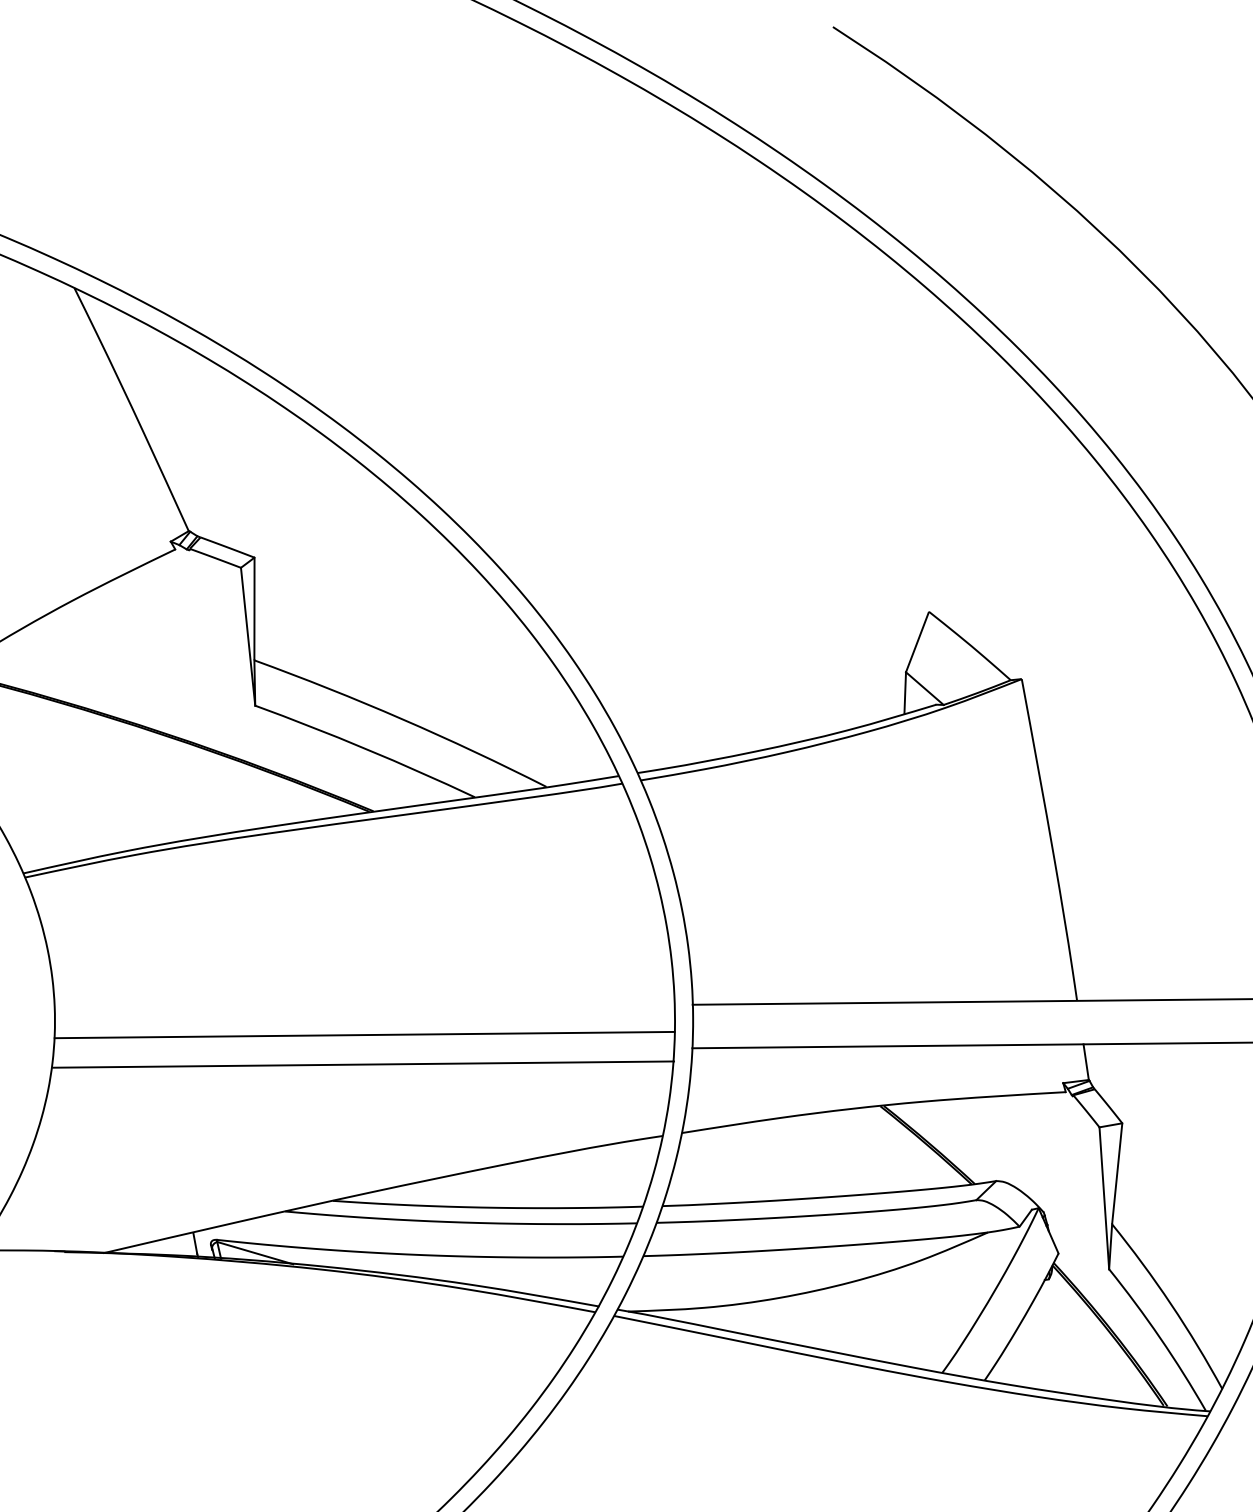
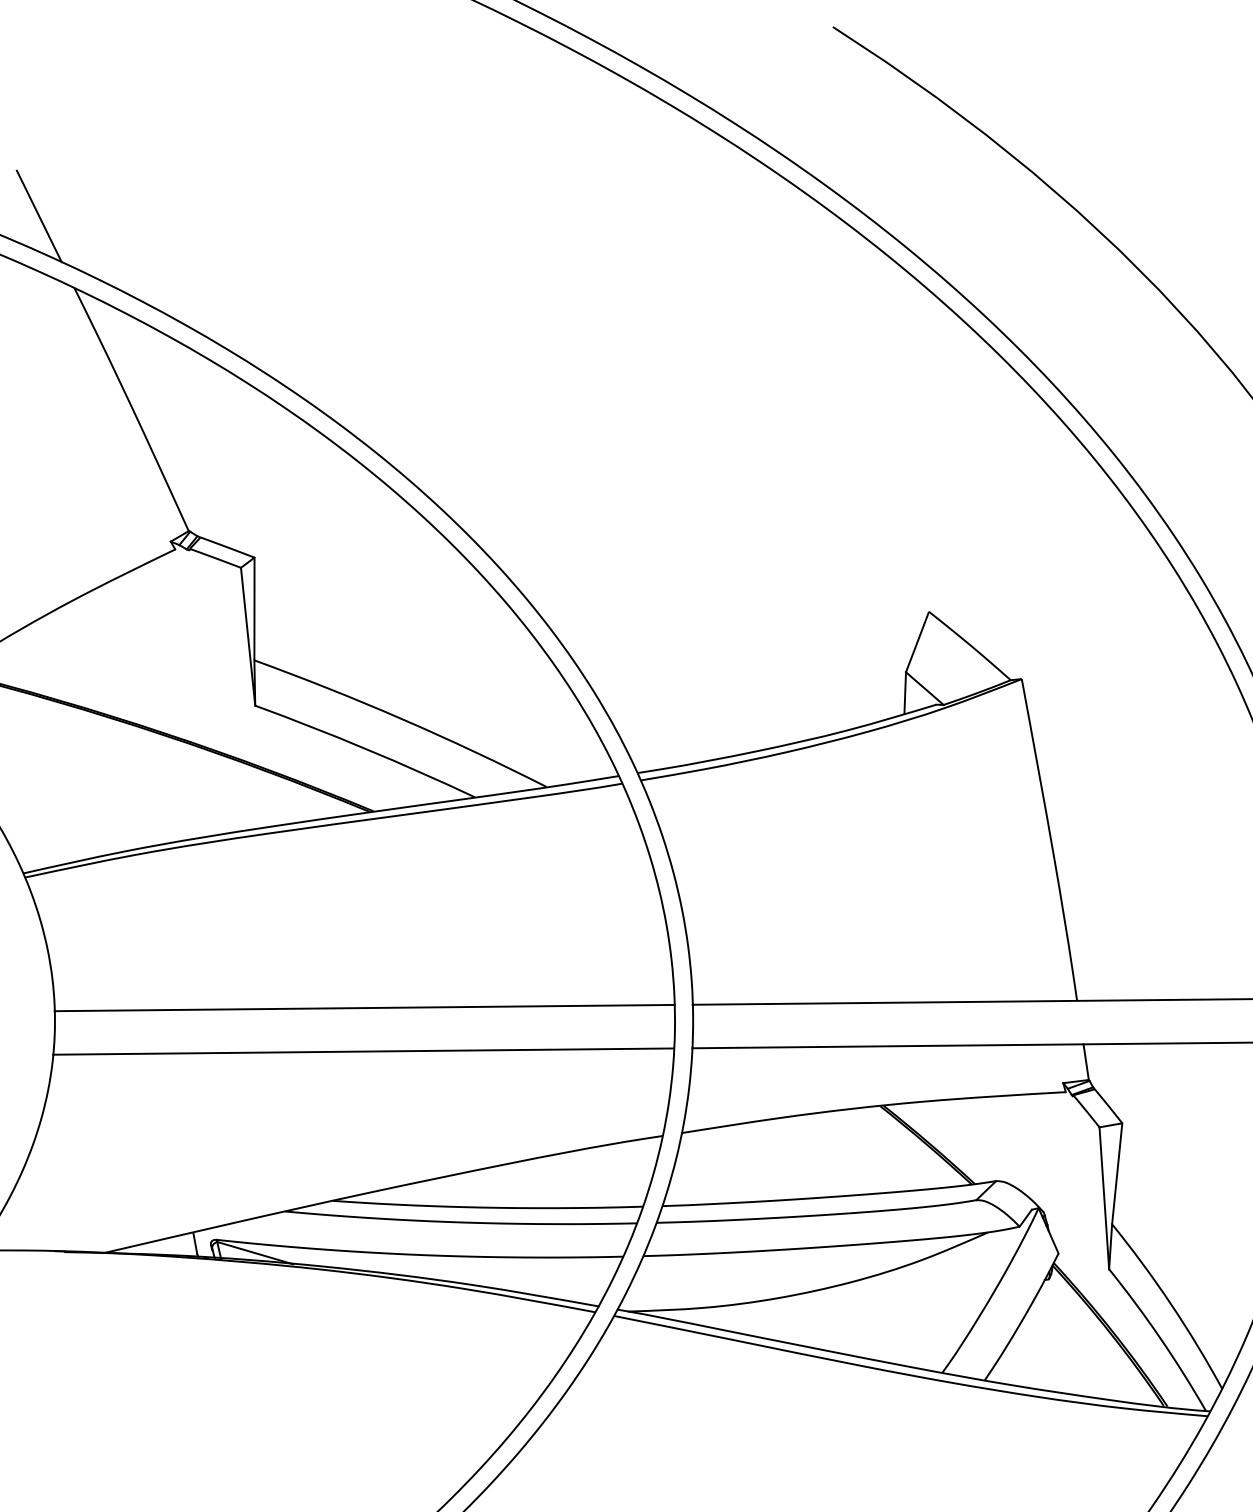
line at (38, 216): none -> present
line at (364, 1034) position: (364, 1034) -> (364, 1007)
line at (363, 1064) position: (363, 1064) -> (363, 1051)
